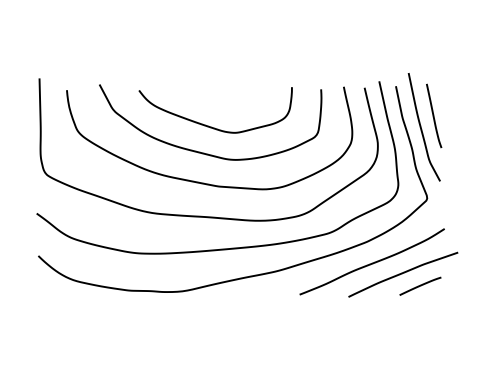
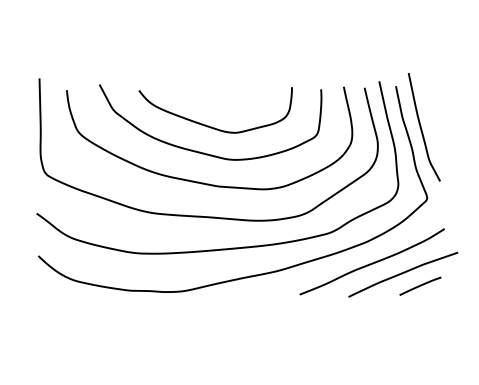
curve at (434, 115): present -> none
